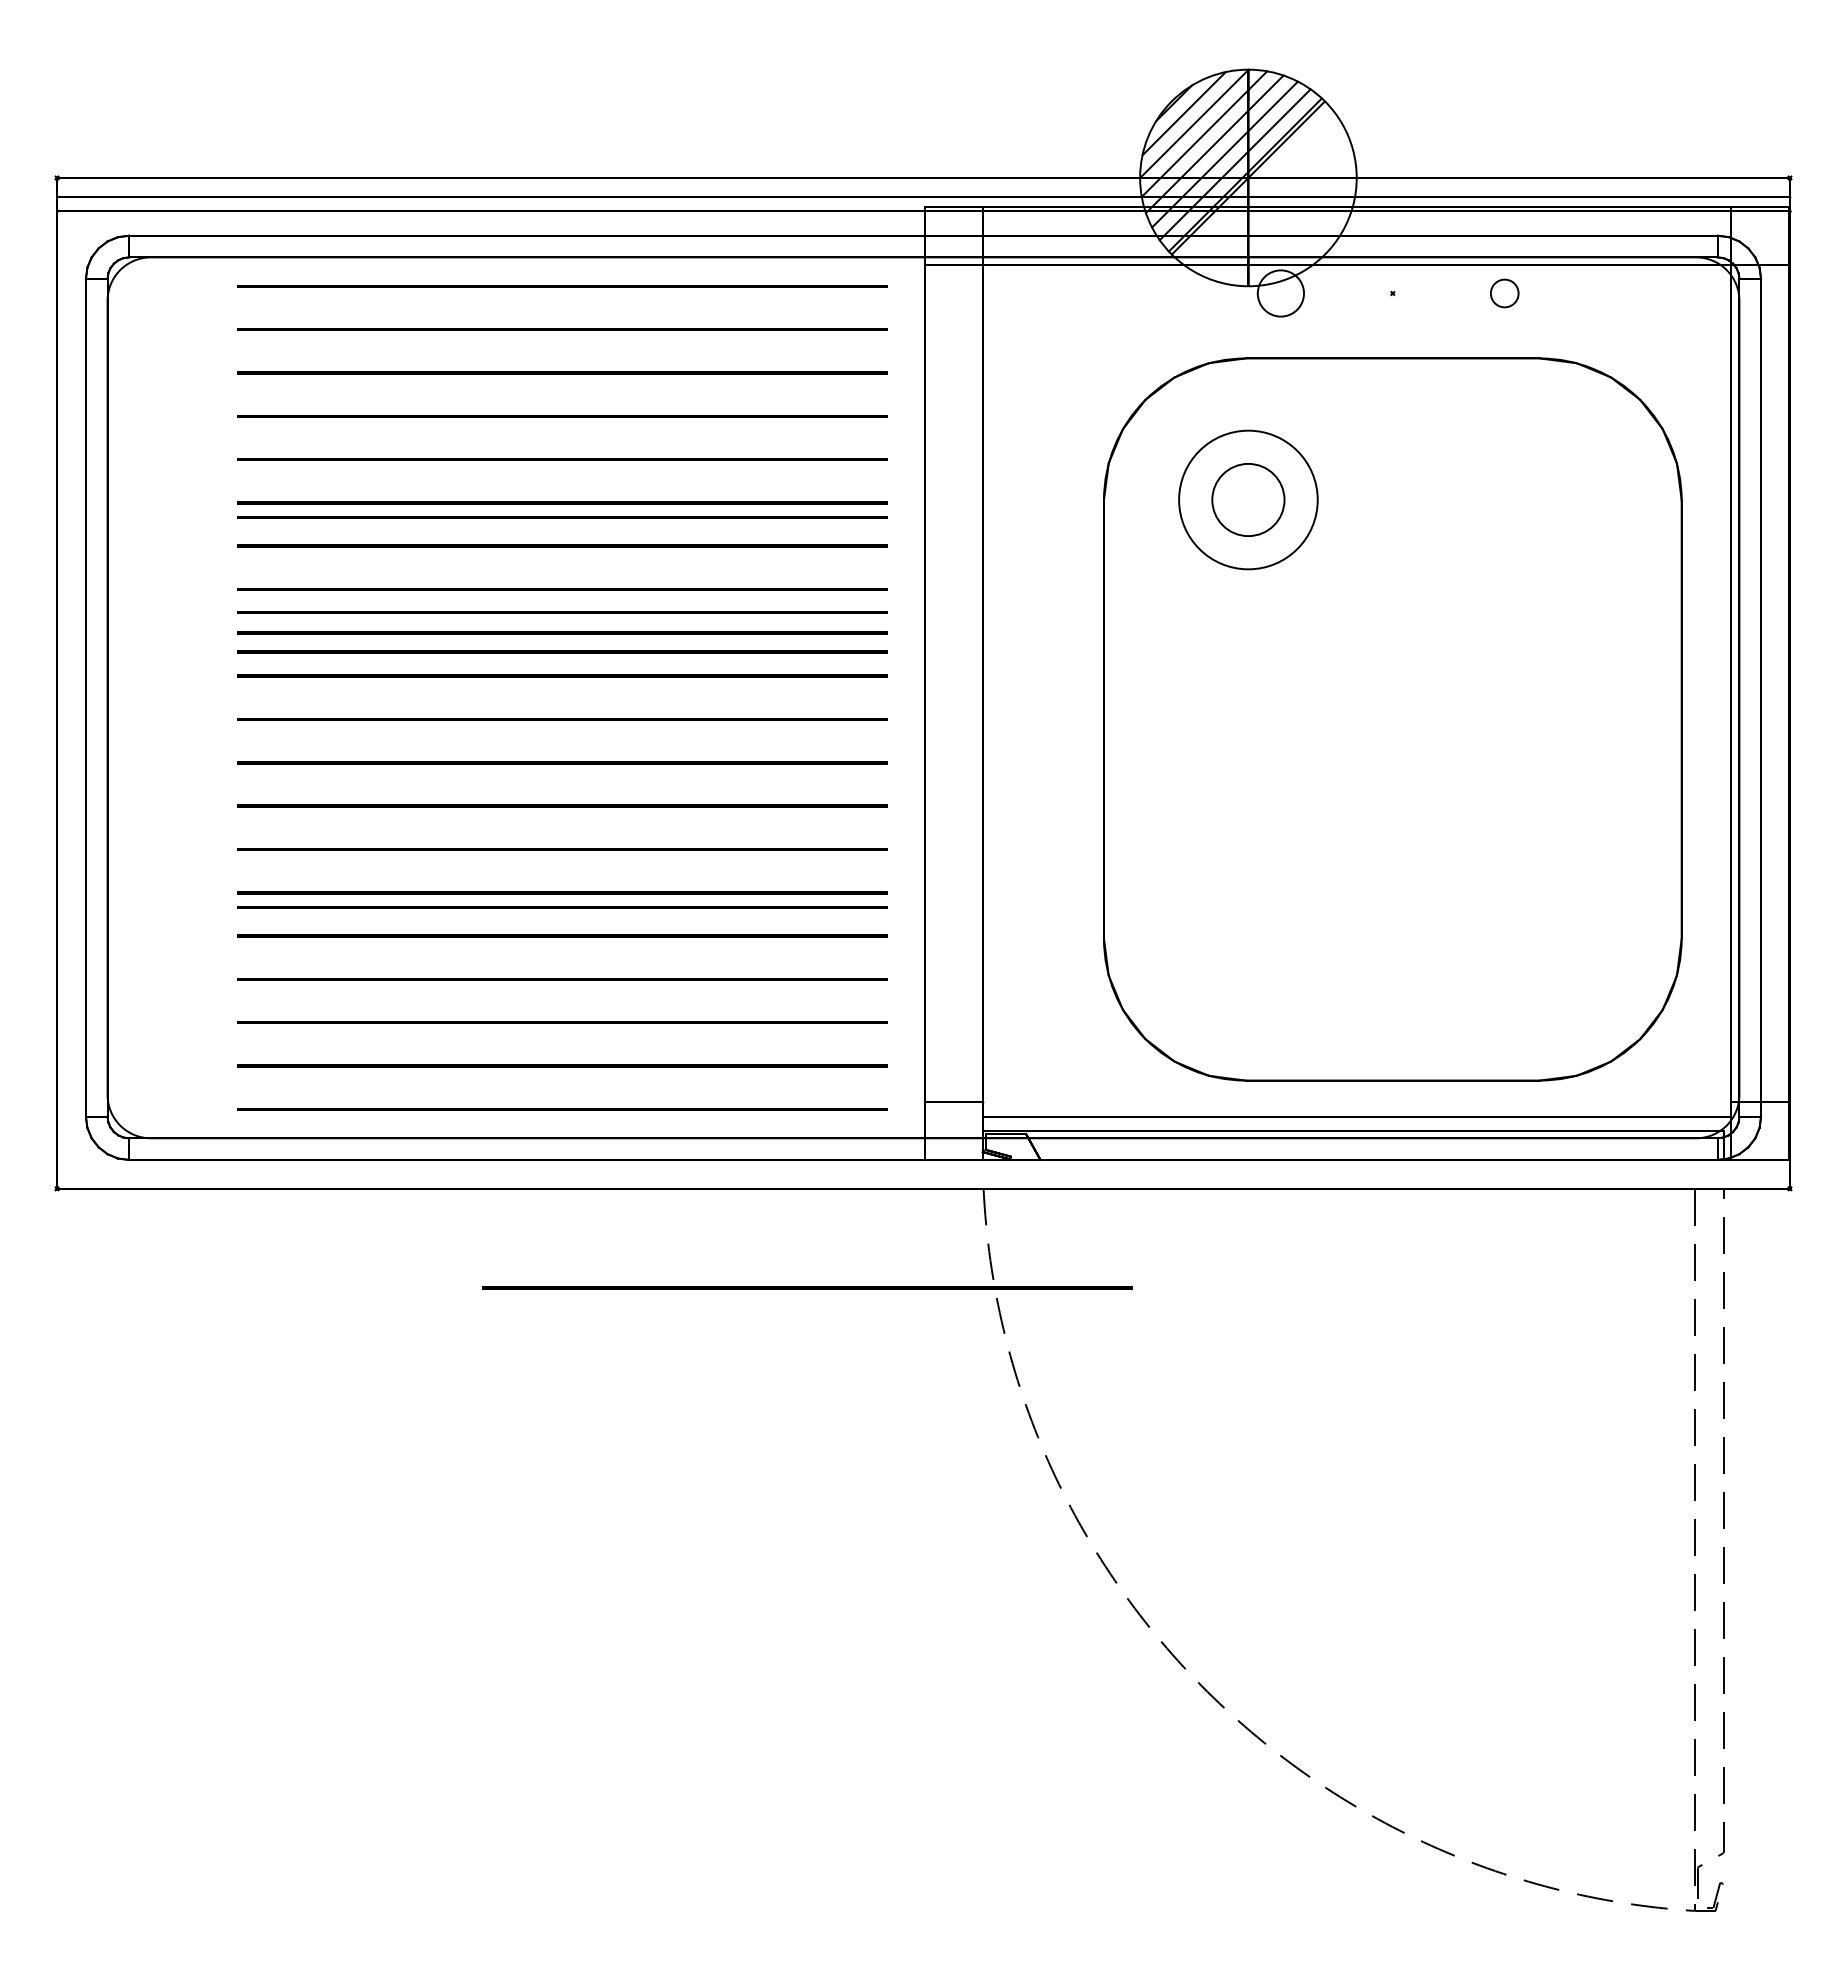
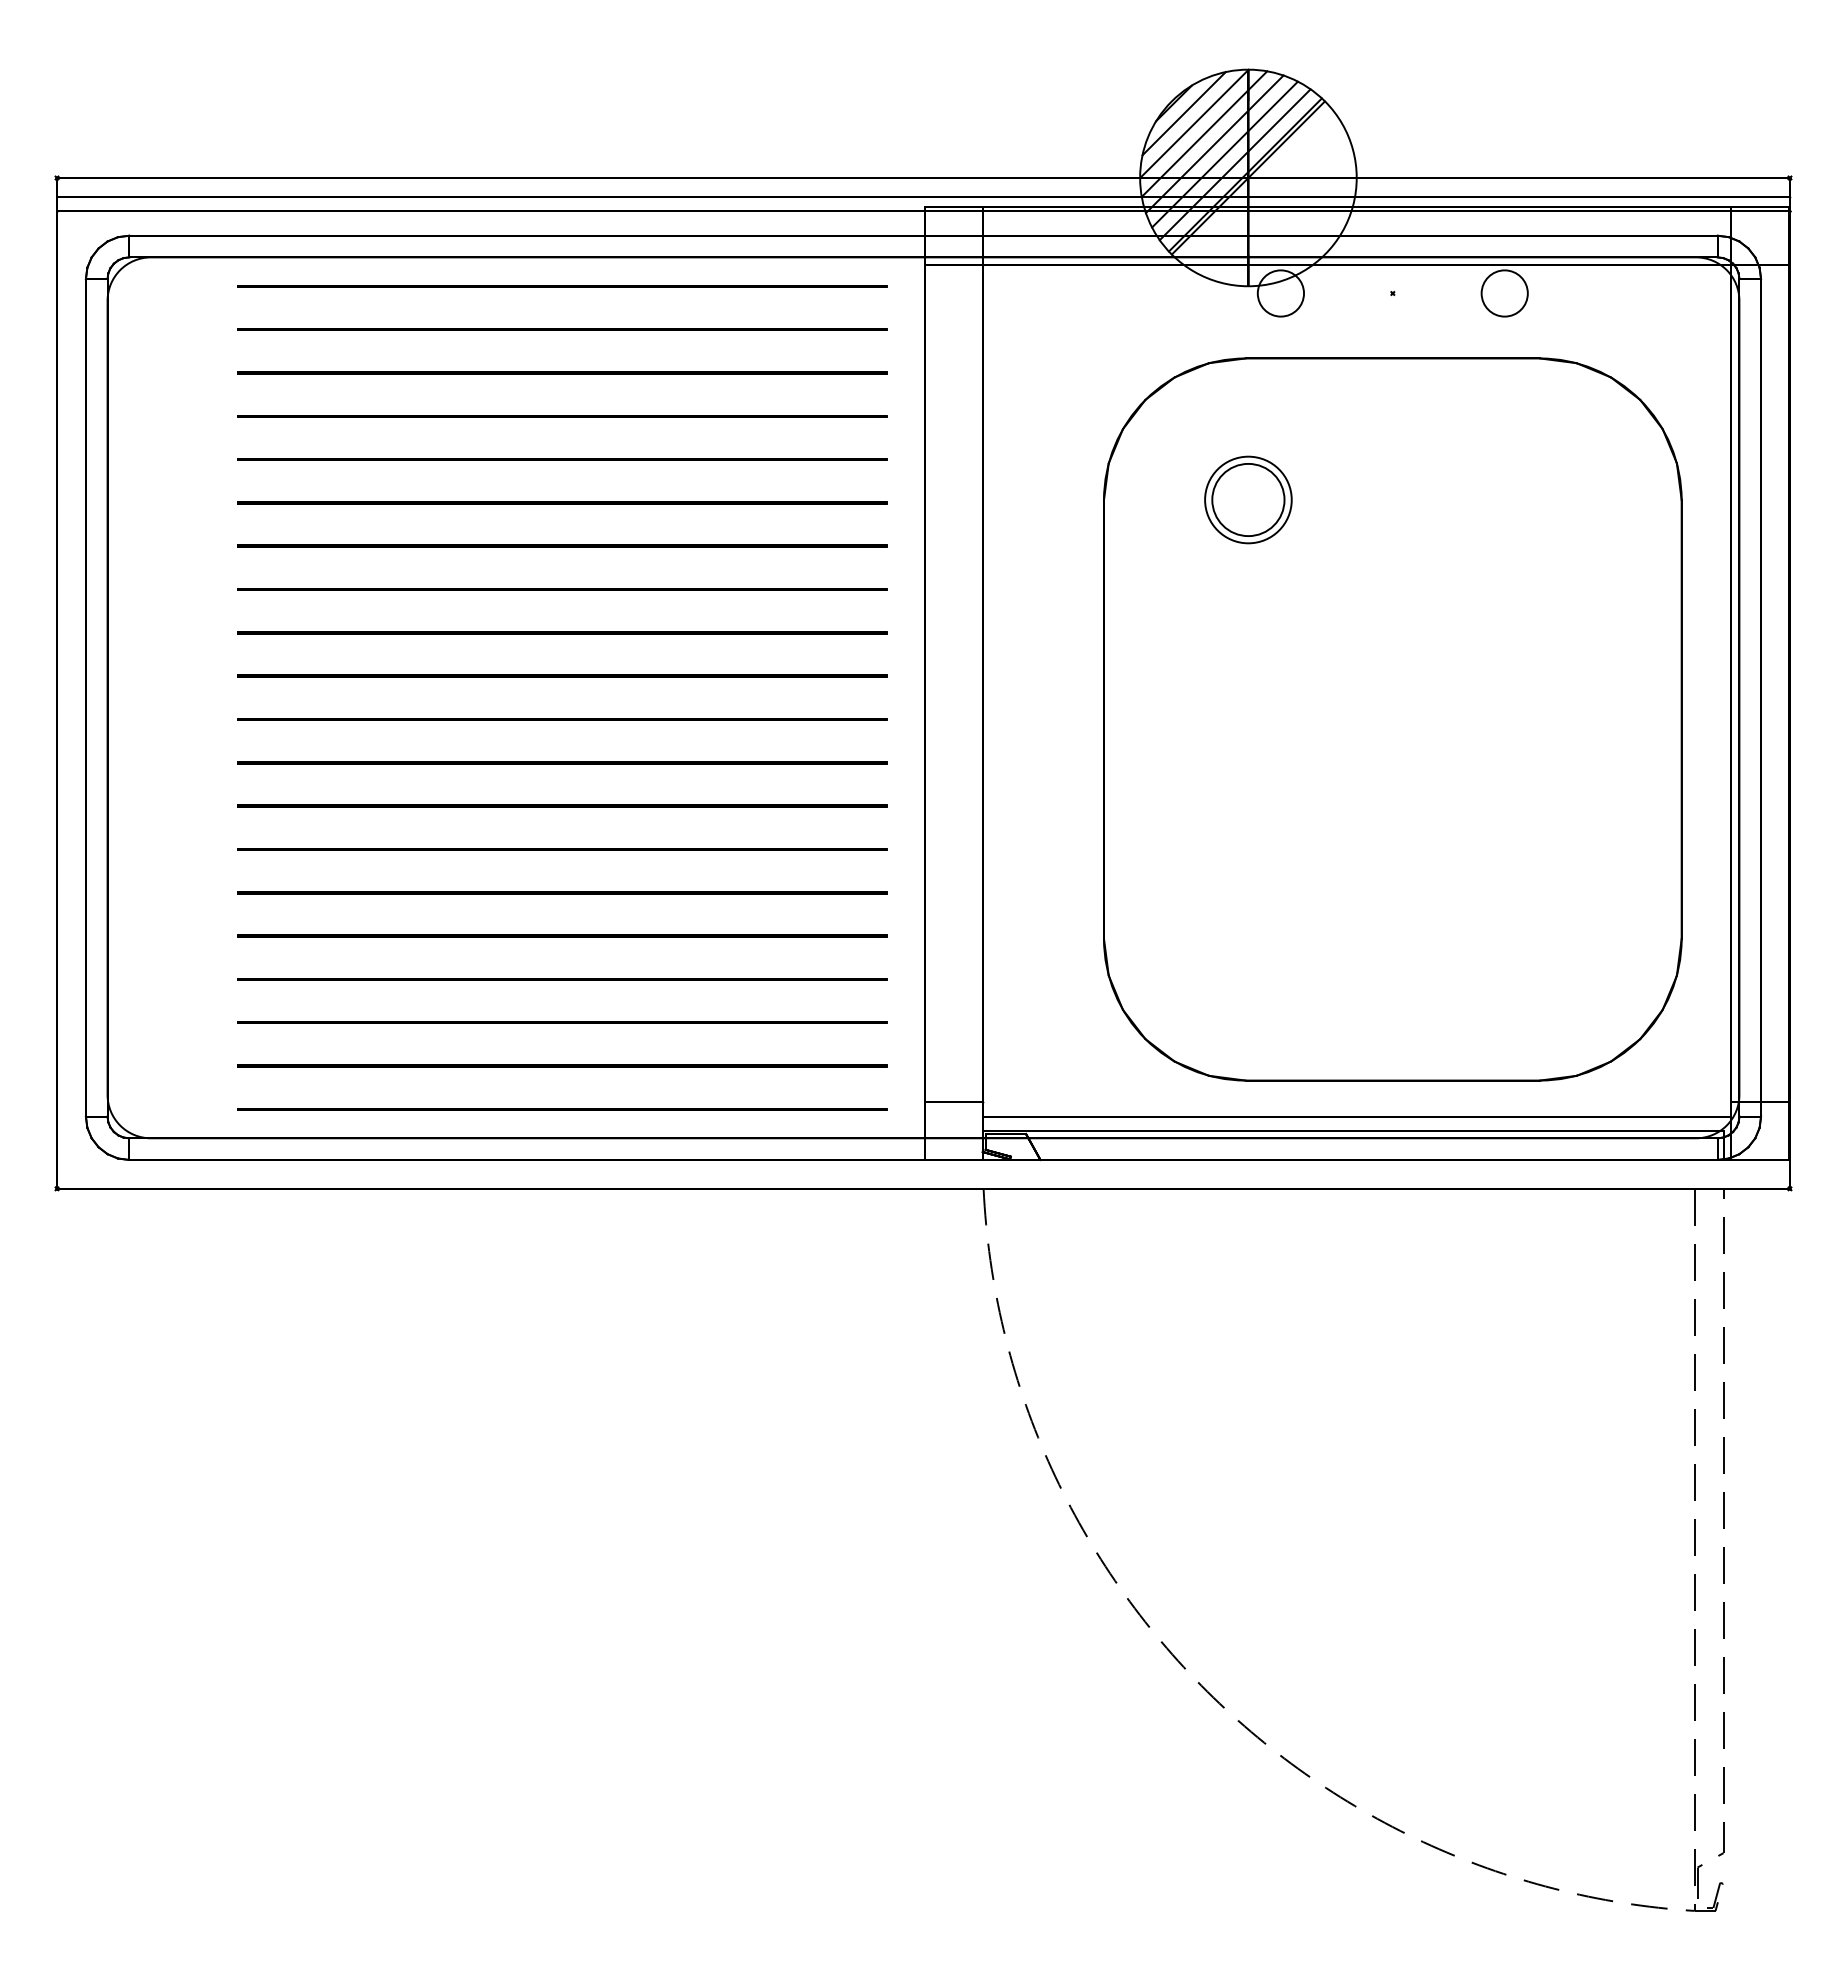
circle at (1504, 293) diameter: 28 px -> 46 px
circle at (1248, 499) diameter: 139 px -> 87 px
line at (562, 517): present -> none
line at (562, 612): present -> none
line at (562, 651): present -> none
line at (562, 907): present -> none
line at (807, 1287): present -> none
